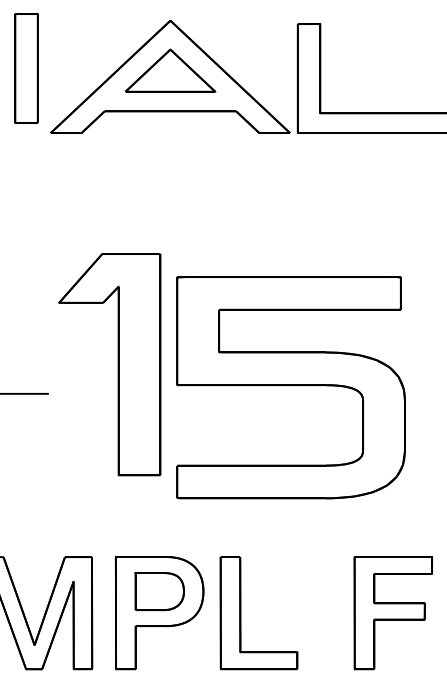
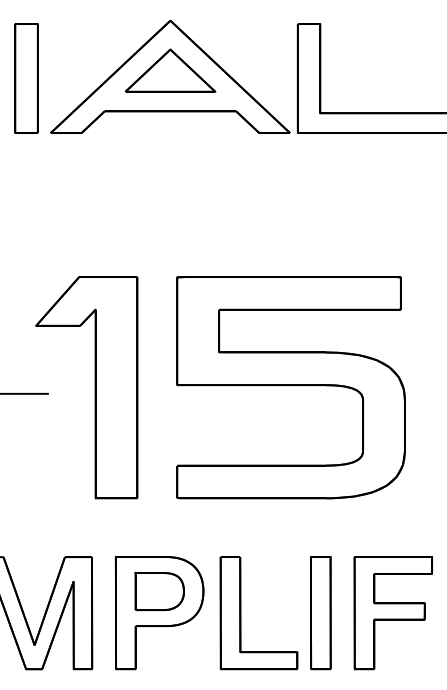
part at (26, 68) position: (26, 68) -> (26, 78)
part at (117, 364) position: (117, 364) -> (94, 387)
part at (320, 613): none -> present
